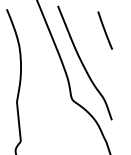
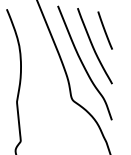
curve at (93, 46): none -> present
